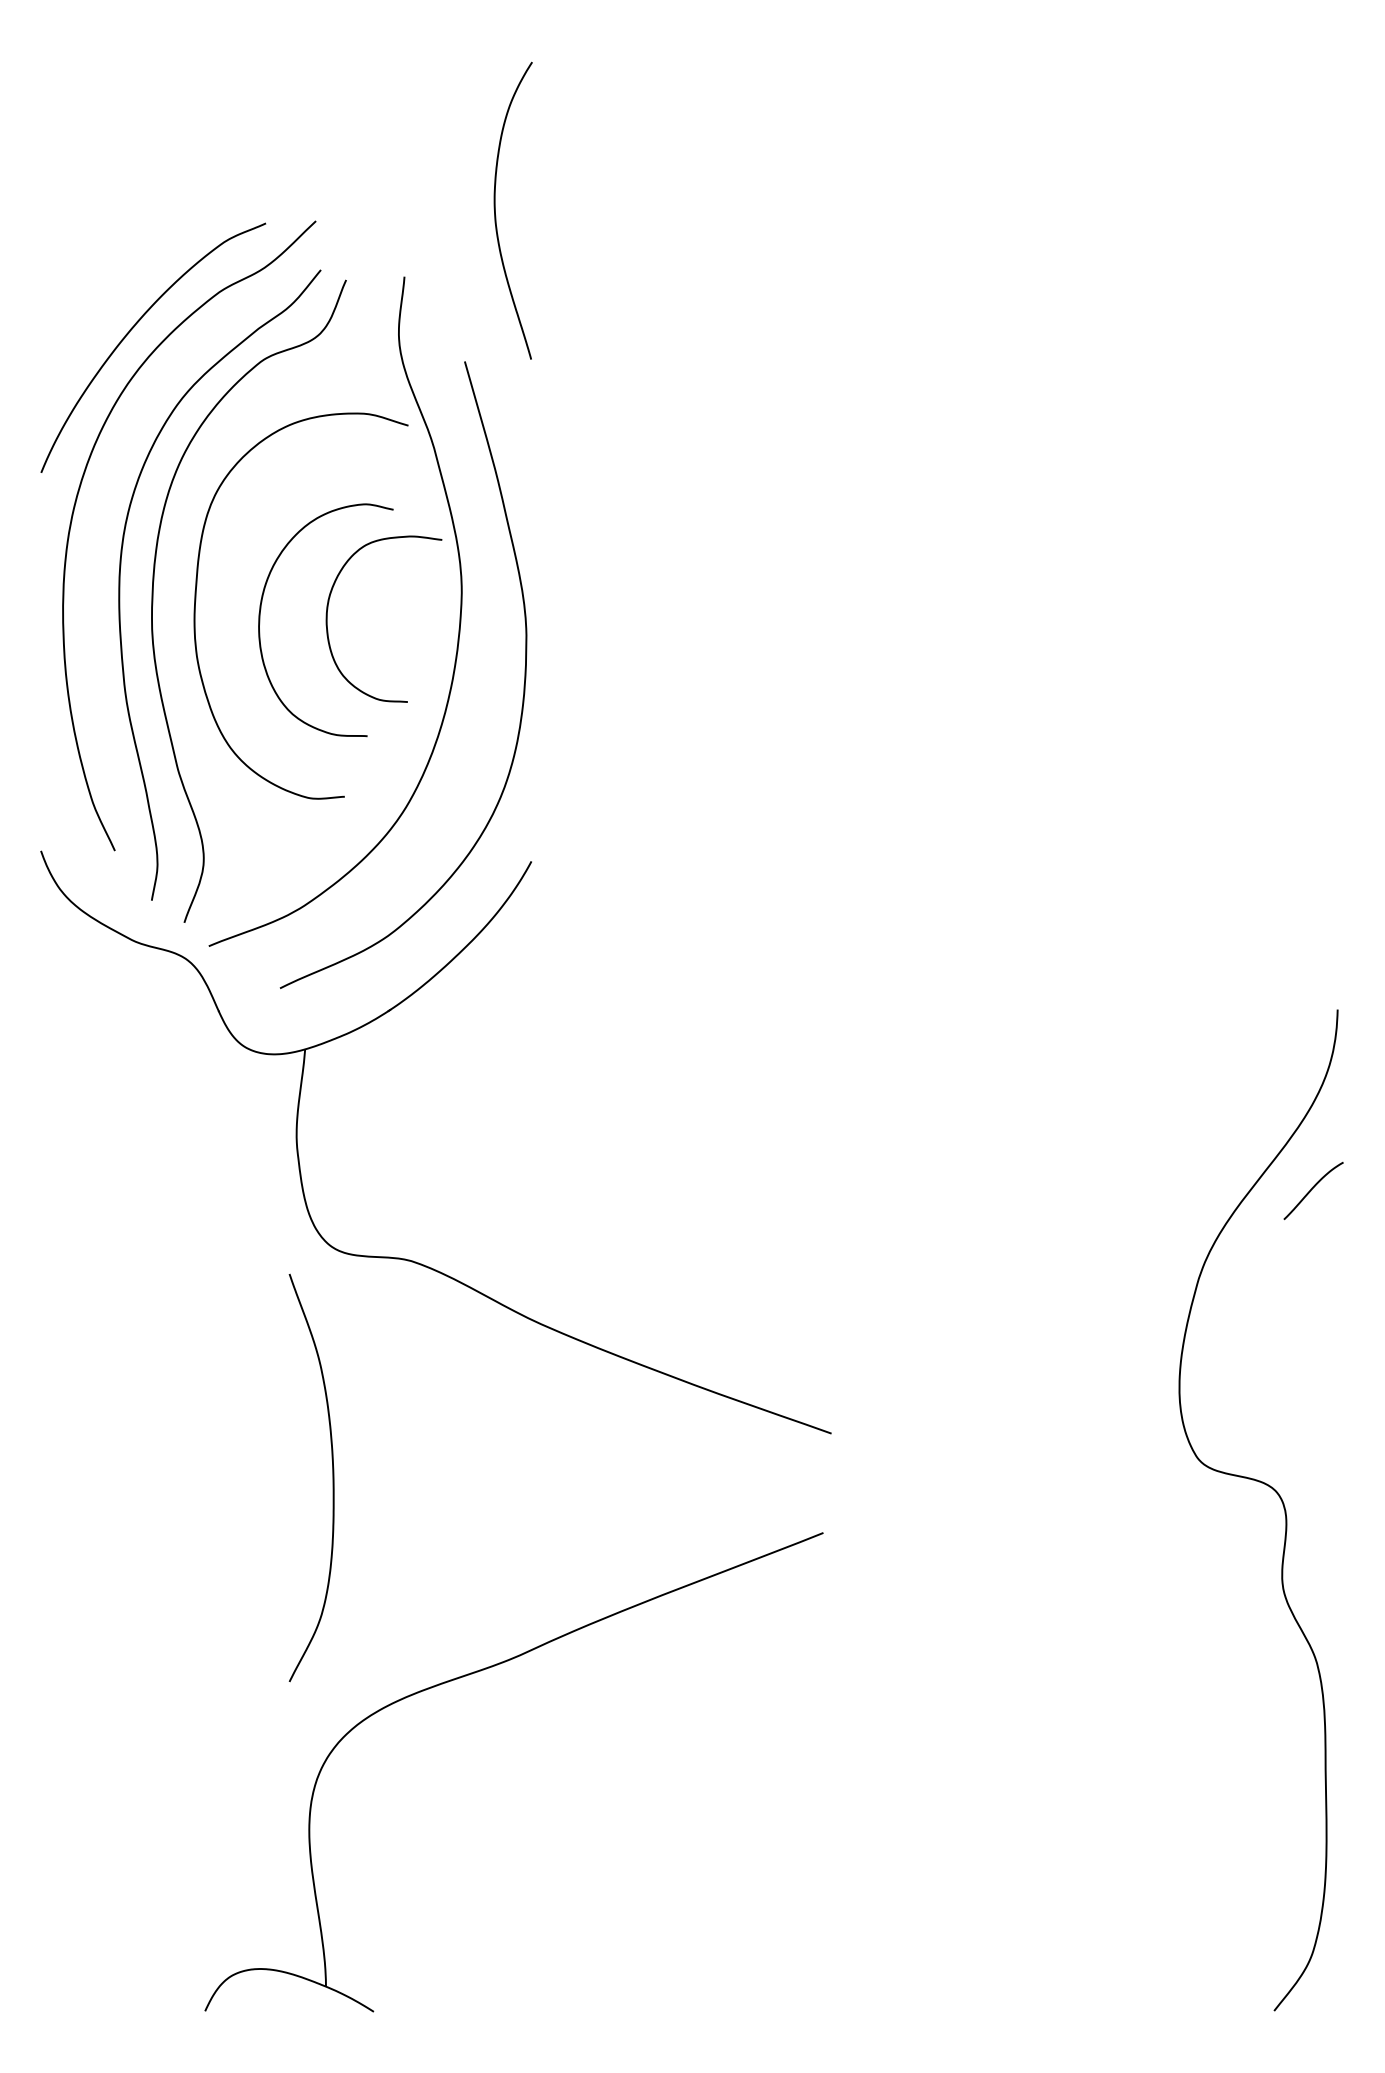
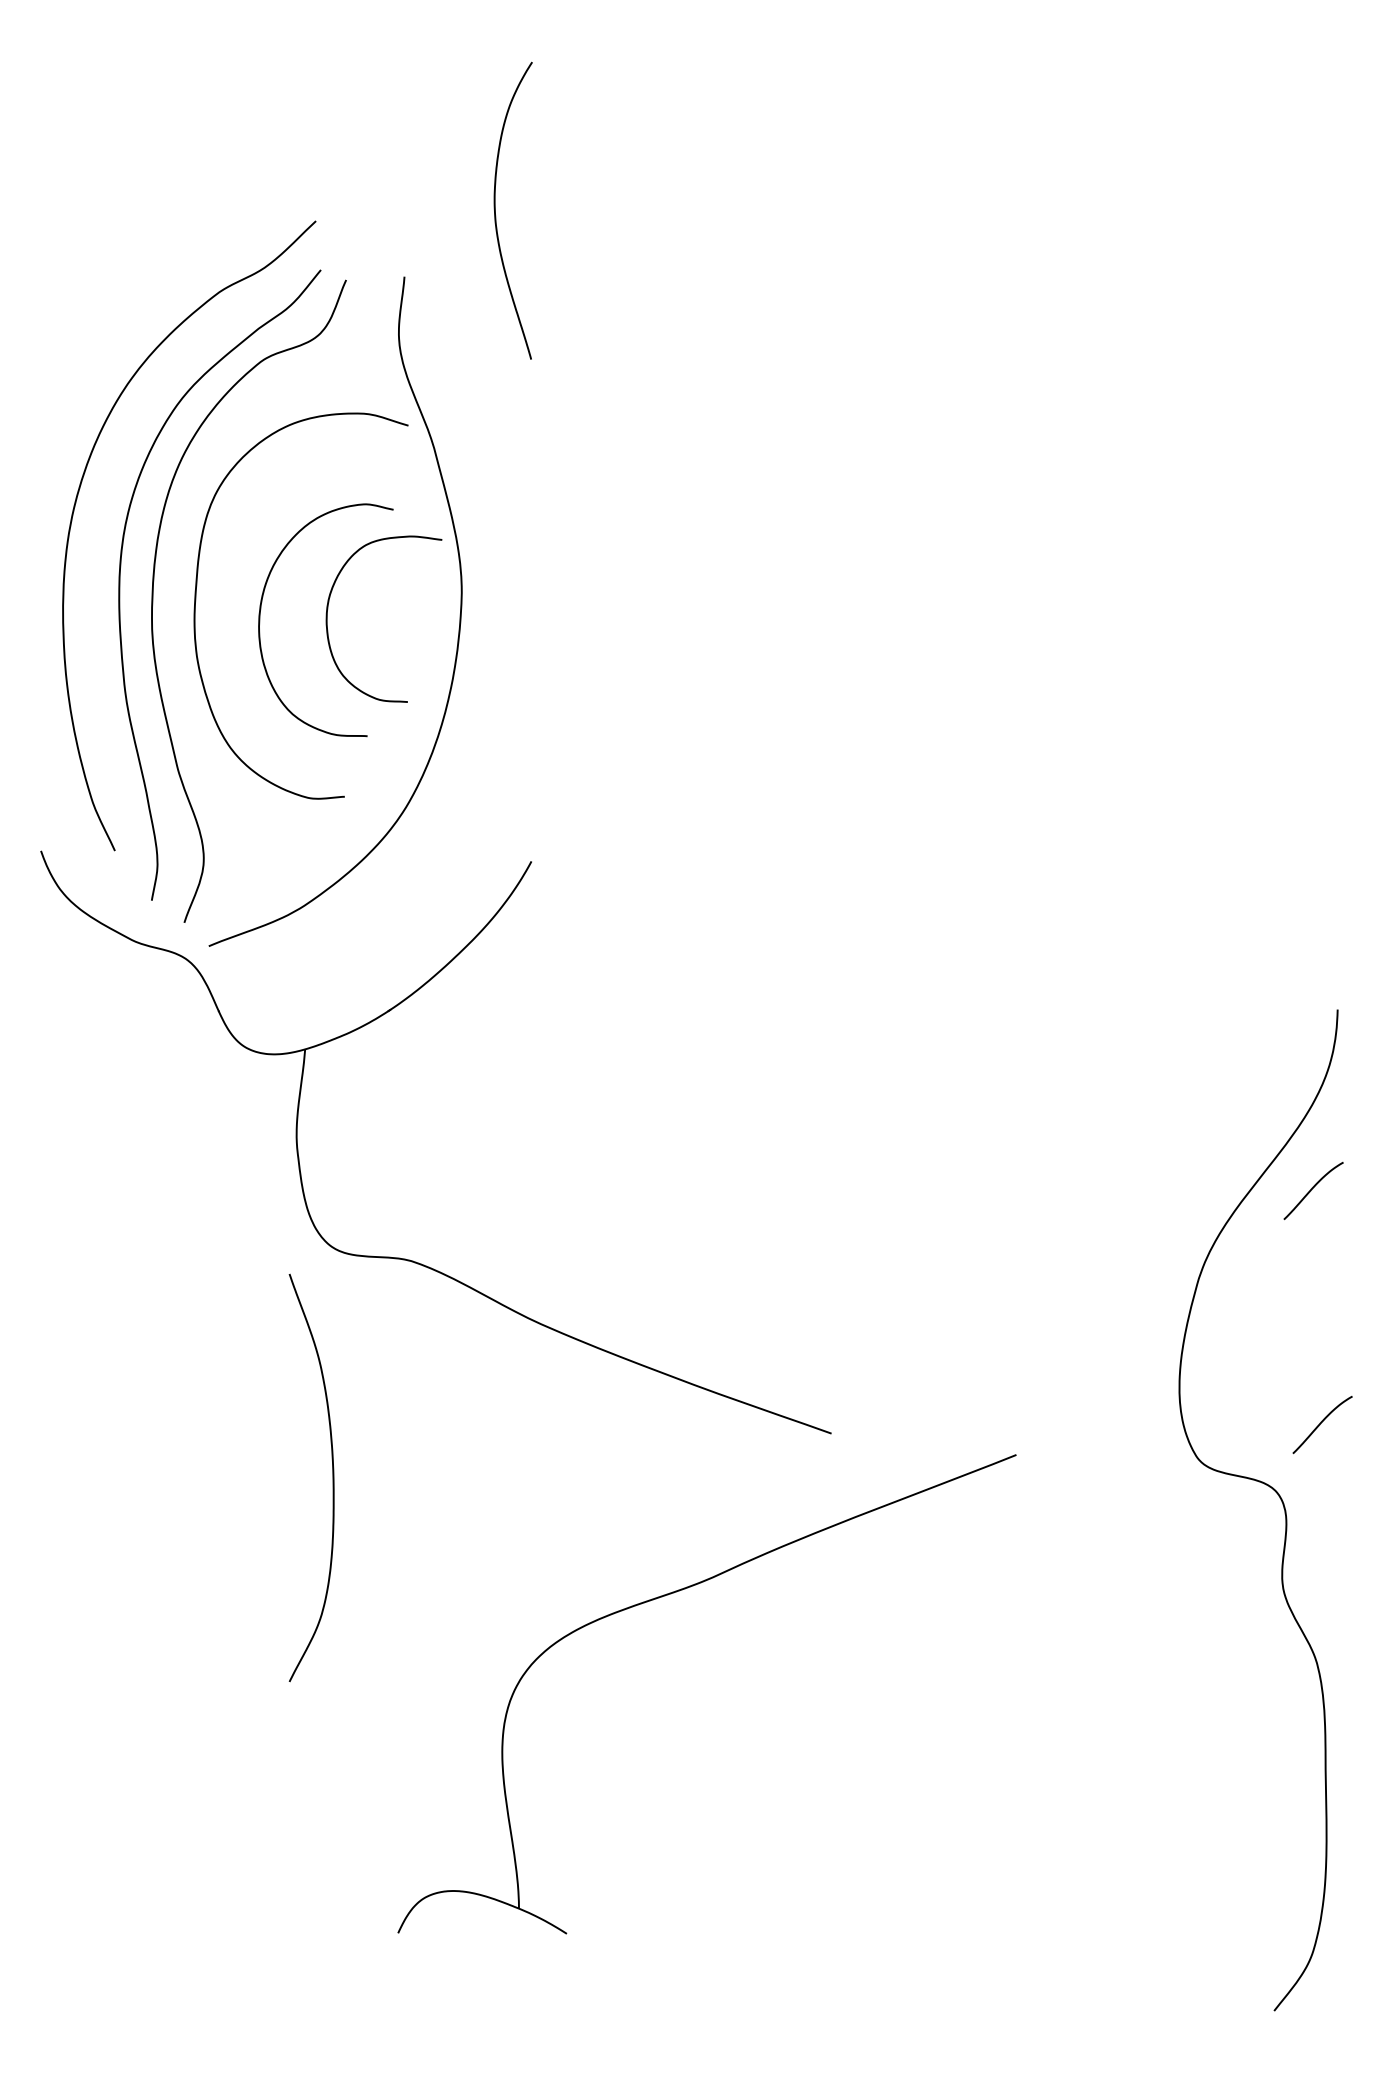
curve at (134, 327): present -> none
curve at (523, 684): present -> none
curve at (1321, 1423): none -> present
part at (478, 1672) position: (478, 1672) -> (671, 1594)
